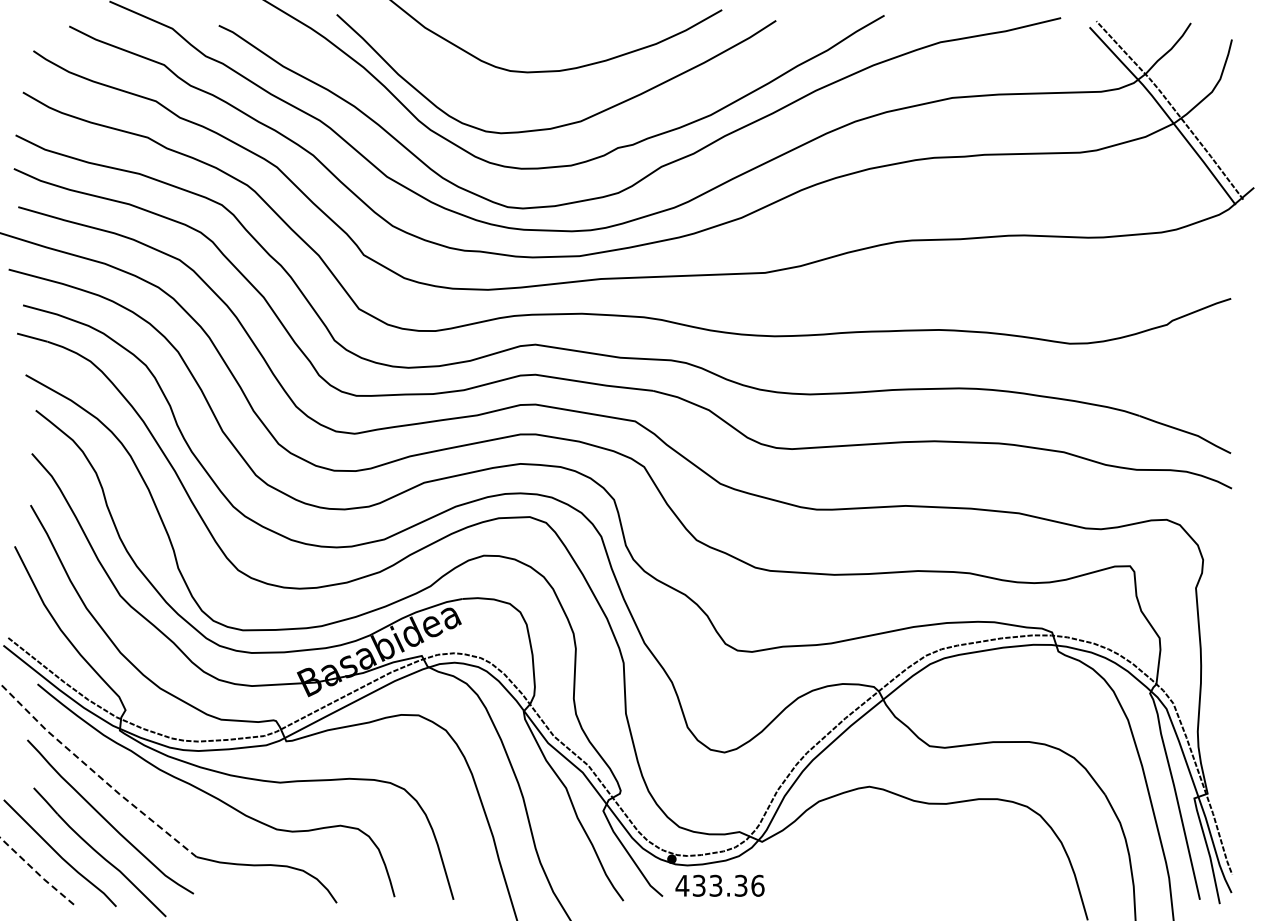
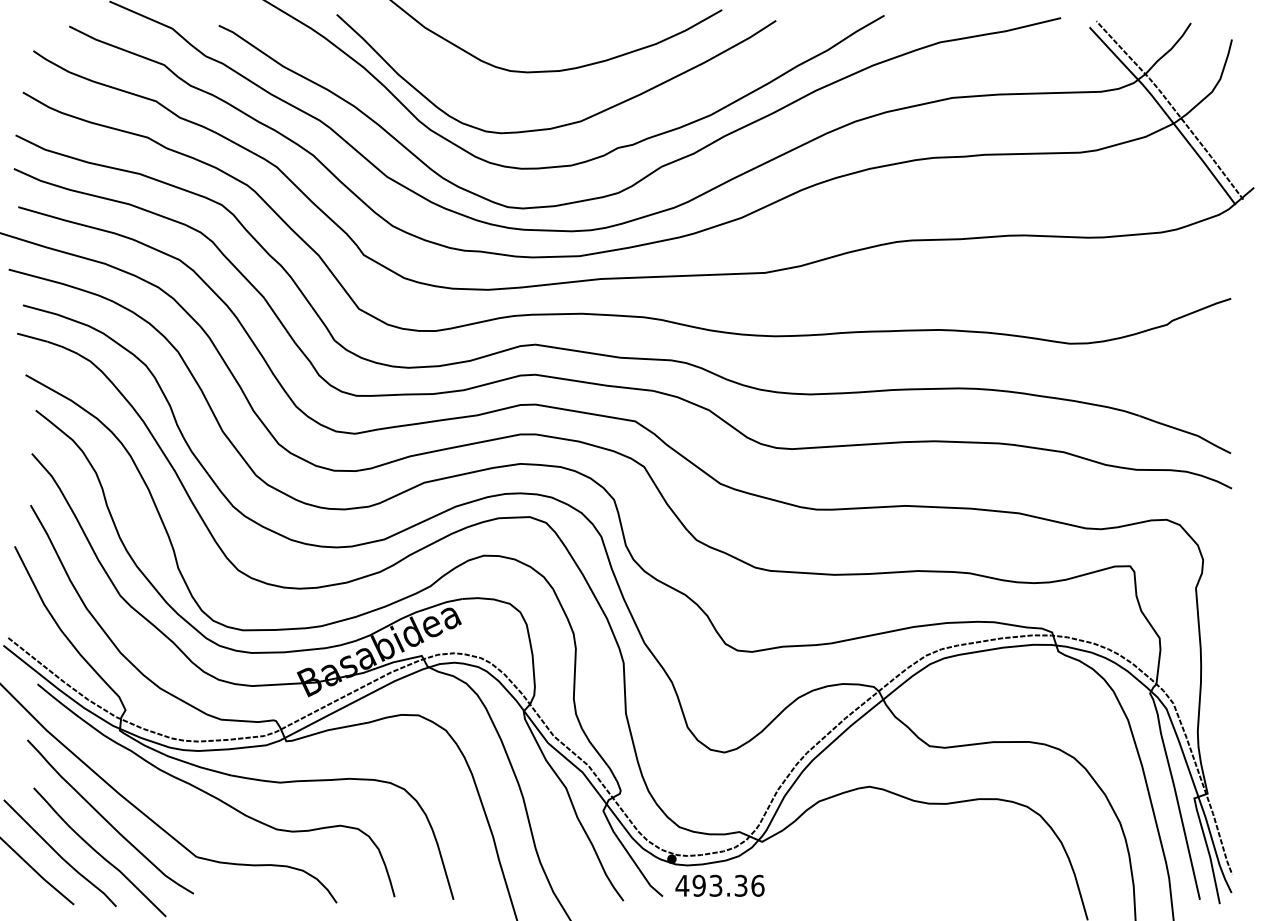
line at (95, 773): dashed -> solid
line at (37, 873): dashed -> solid
text at (698, 885): 433.36 -> 493.36
